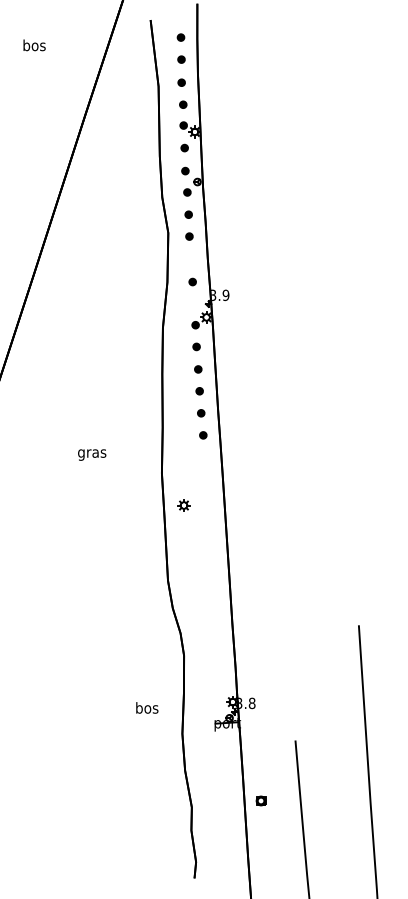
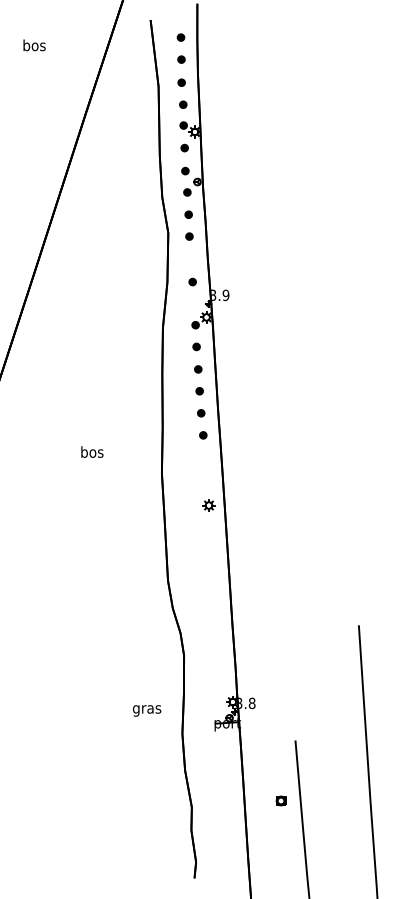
text at (92, 453): gras -> bos
part at (183, 505) position: (183, 505) -> (208, 505)
text at (147, 709): bos -> gras
part at (260, 800) position: (260, 800) -> (280, 800)
